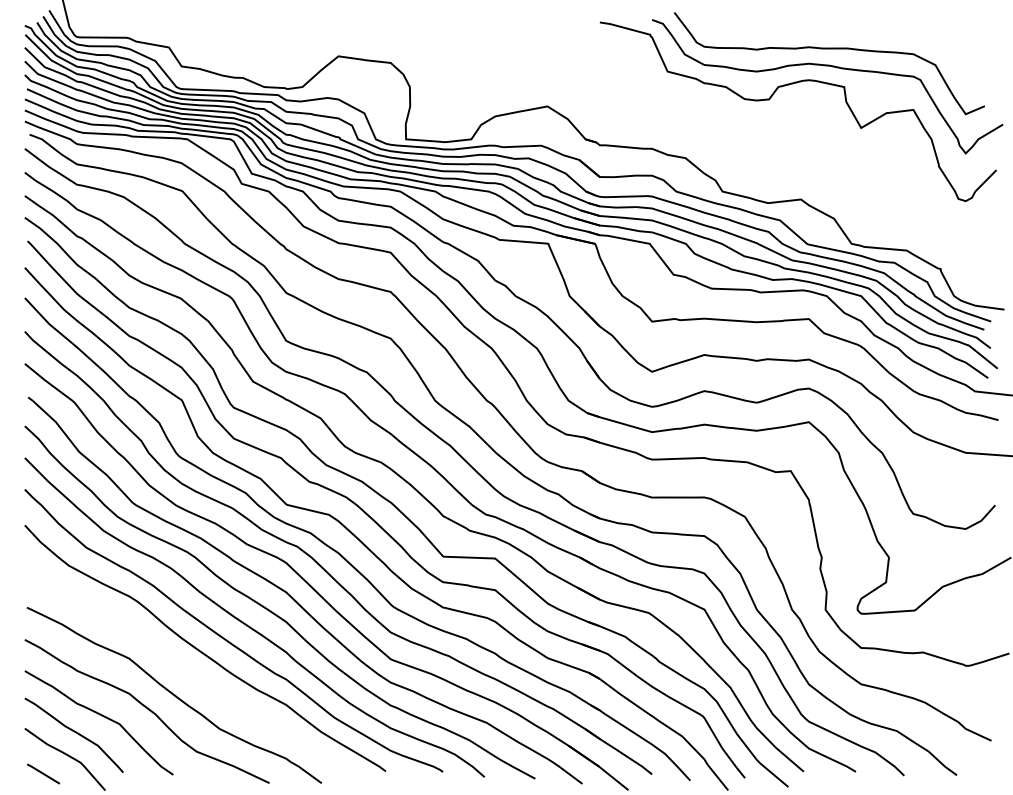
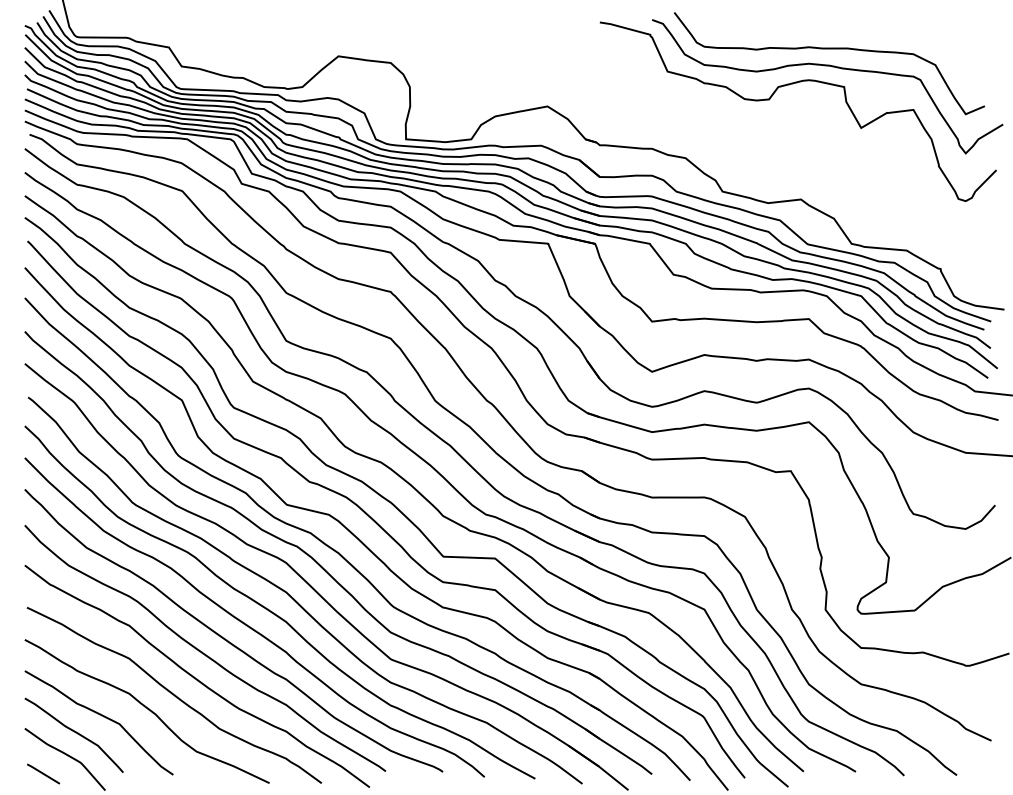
curve at (195, 677): none -> present
